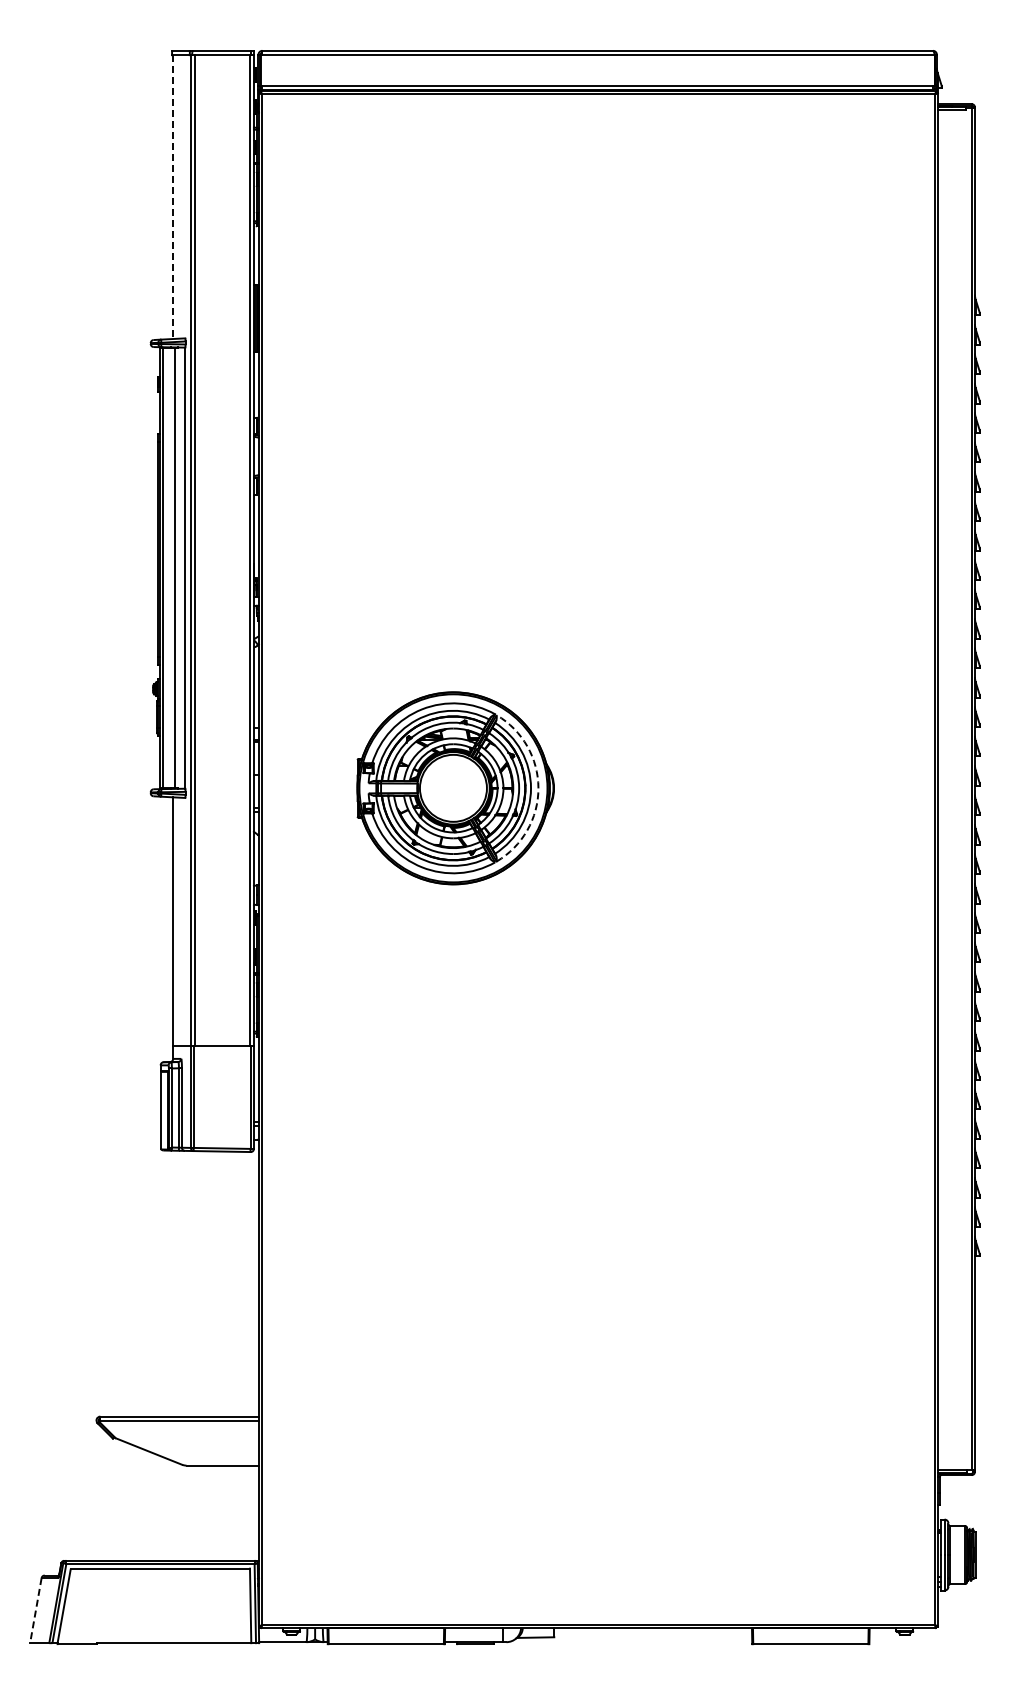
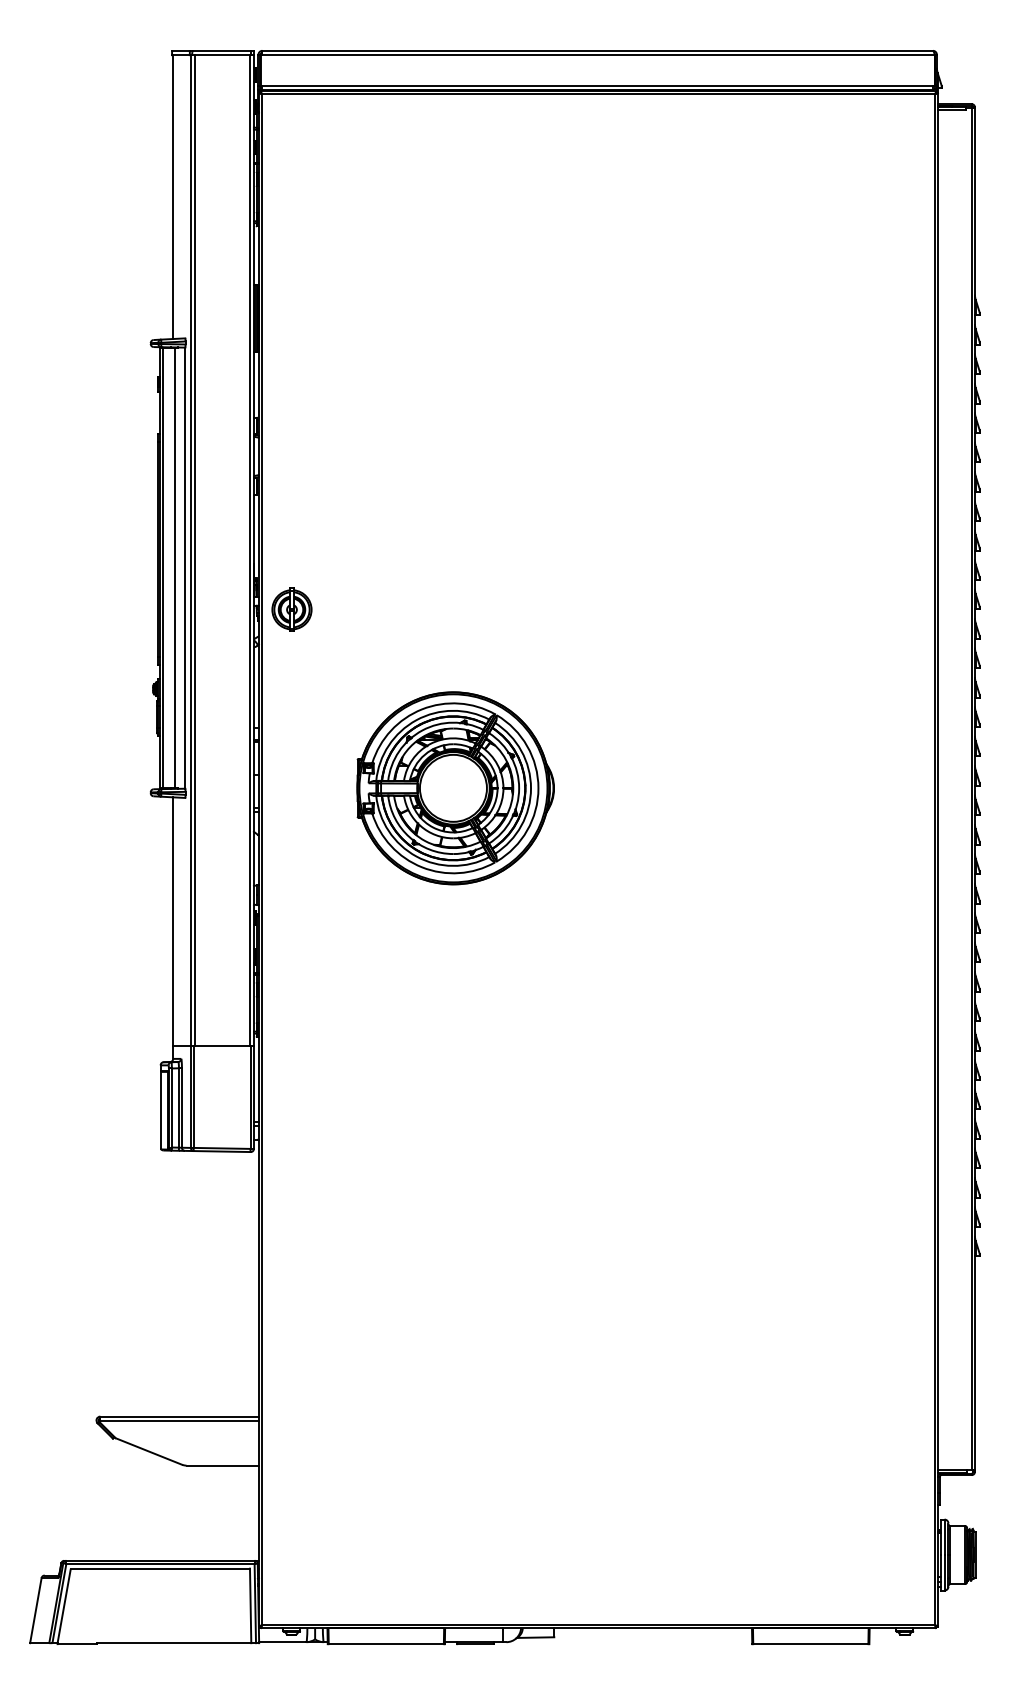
line at (173, 197): dashed -> solid
part at (291, 609): none -> present
arc at (538, 788): dashed -> solid
line at (35, 1611): dashed -> solid
